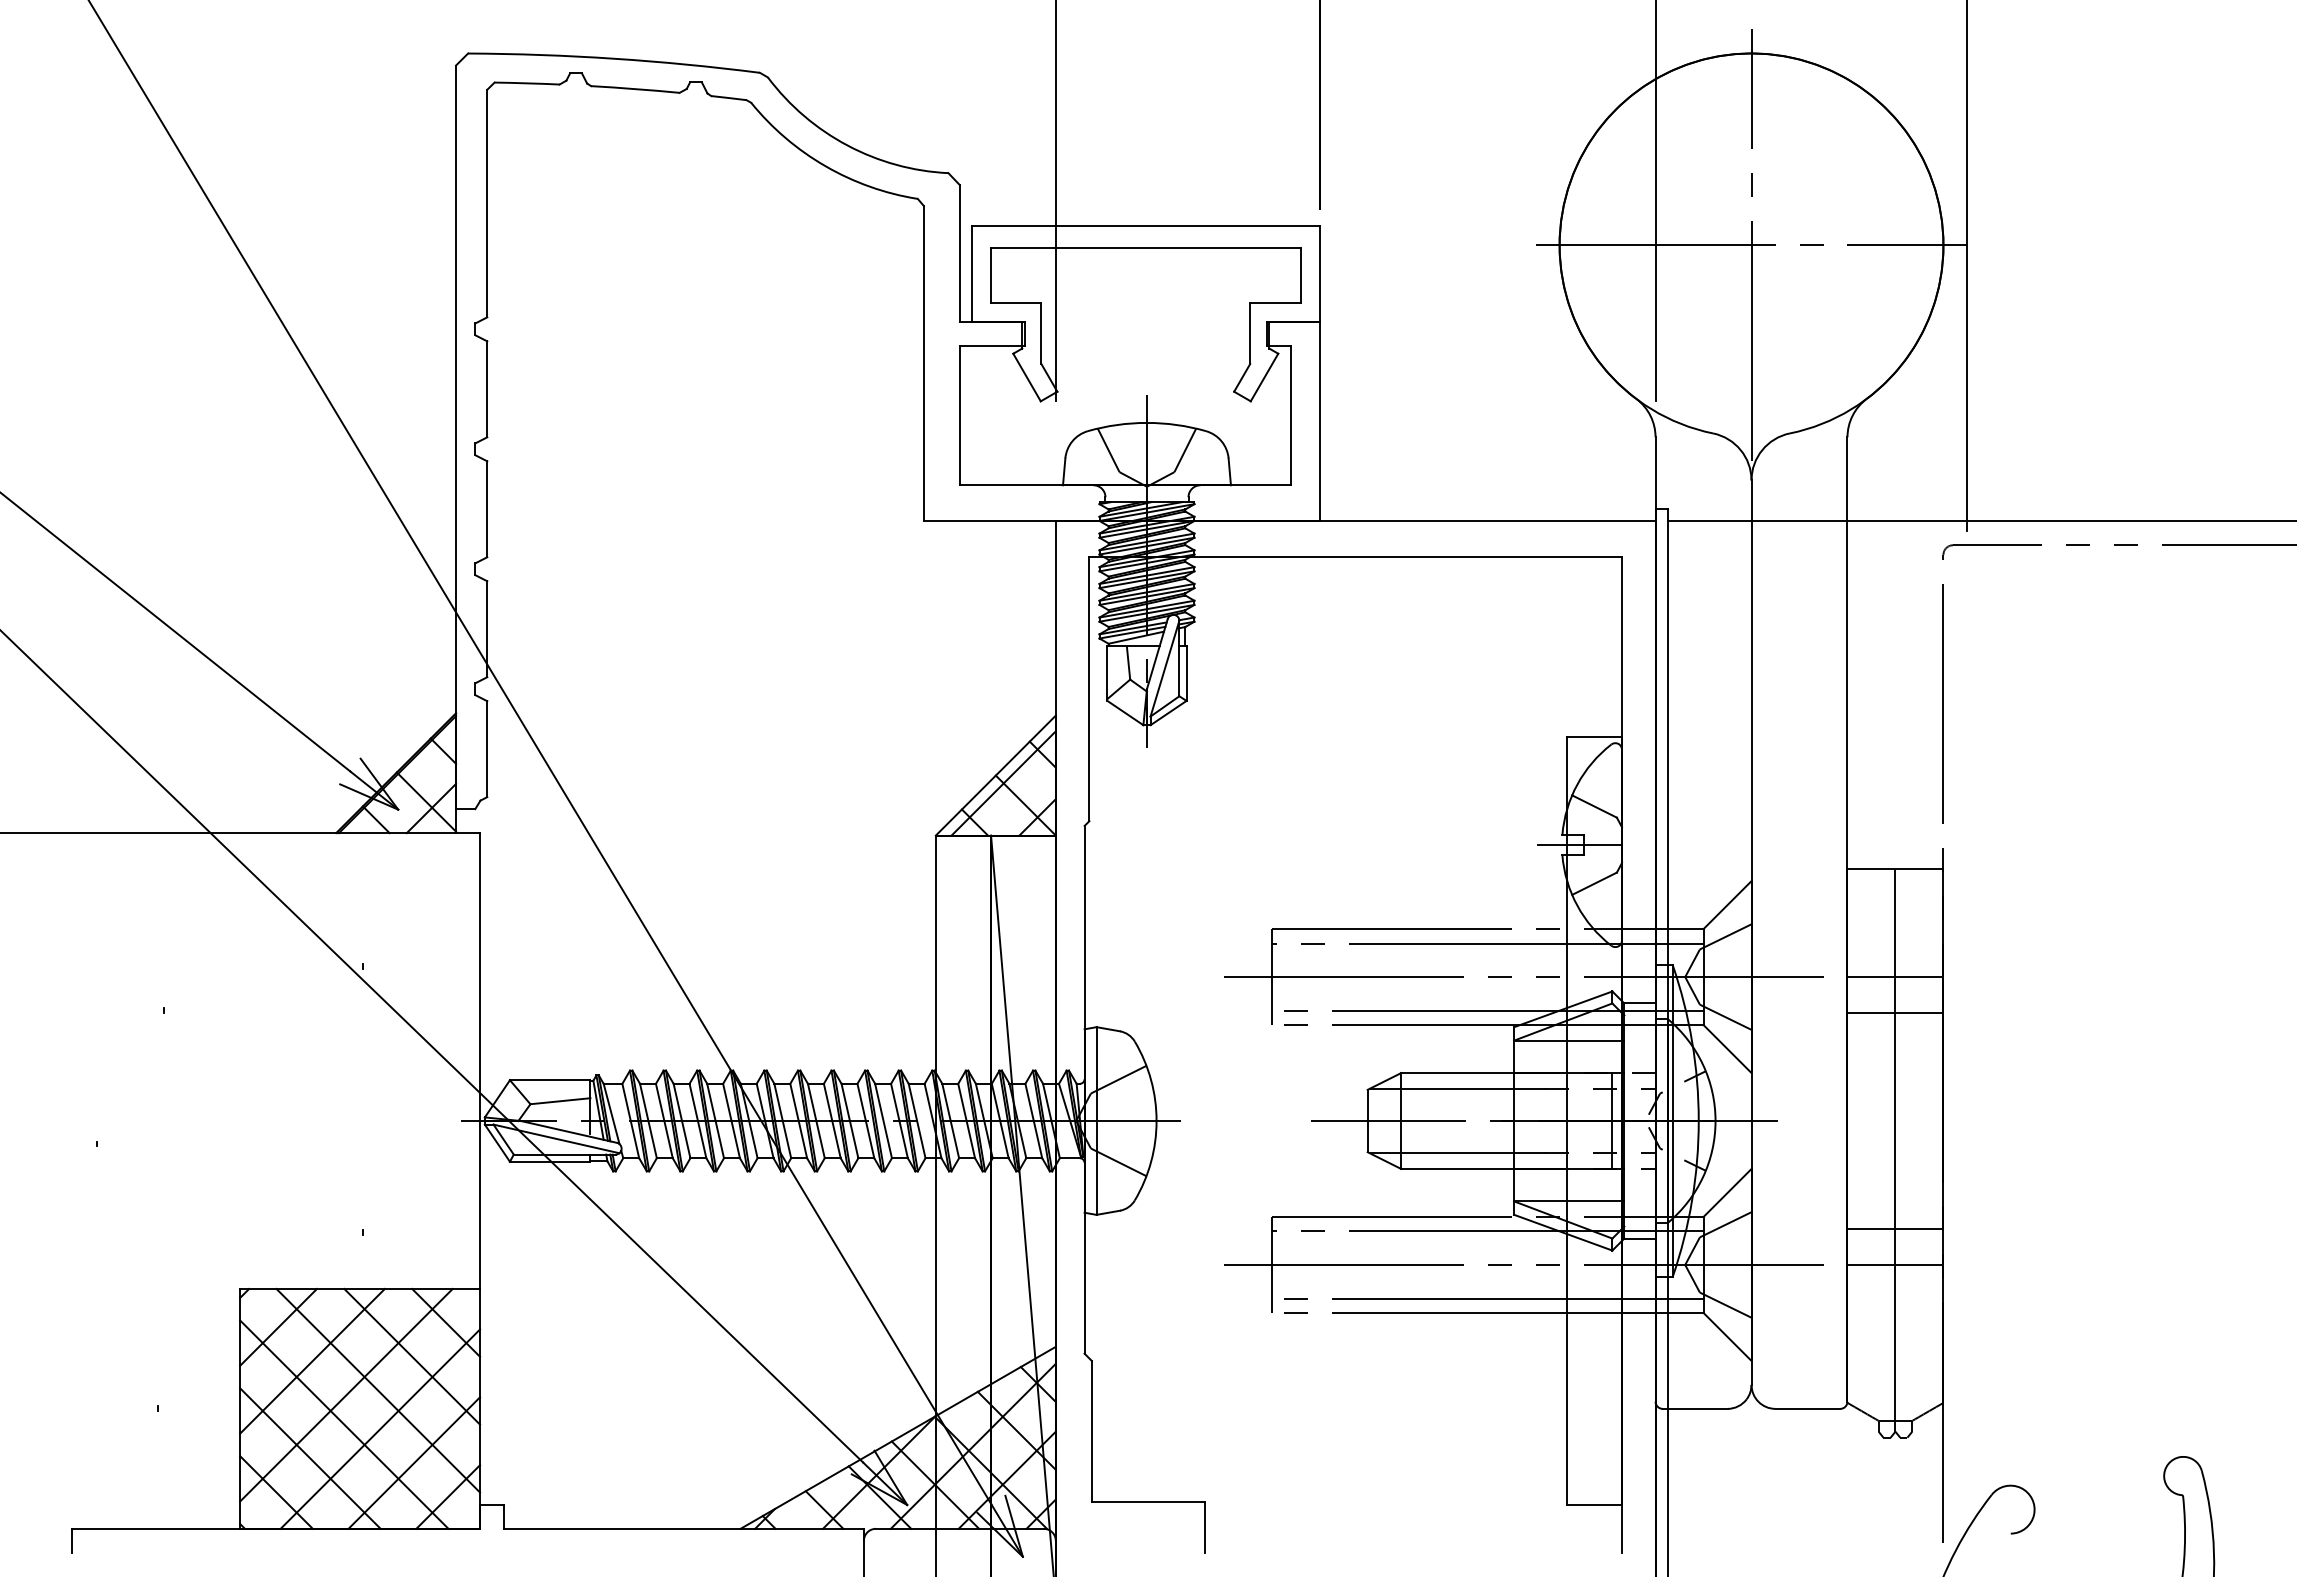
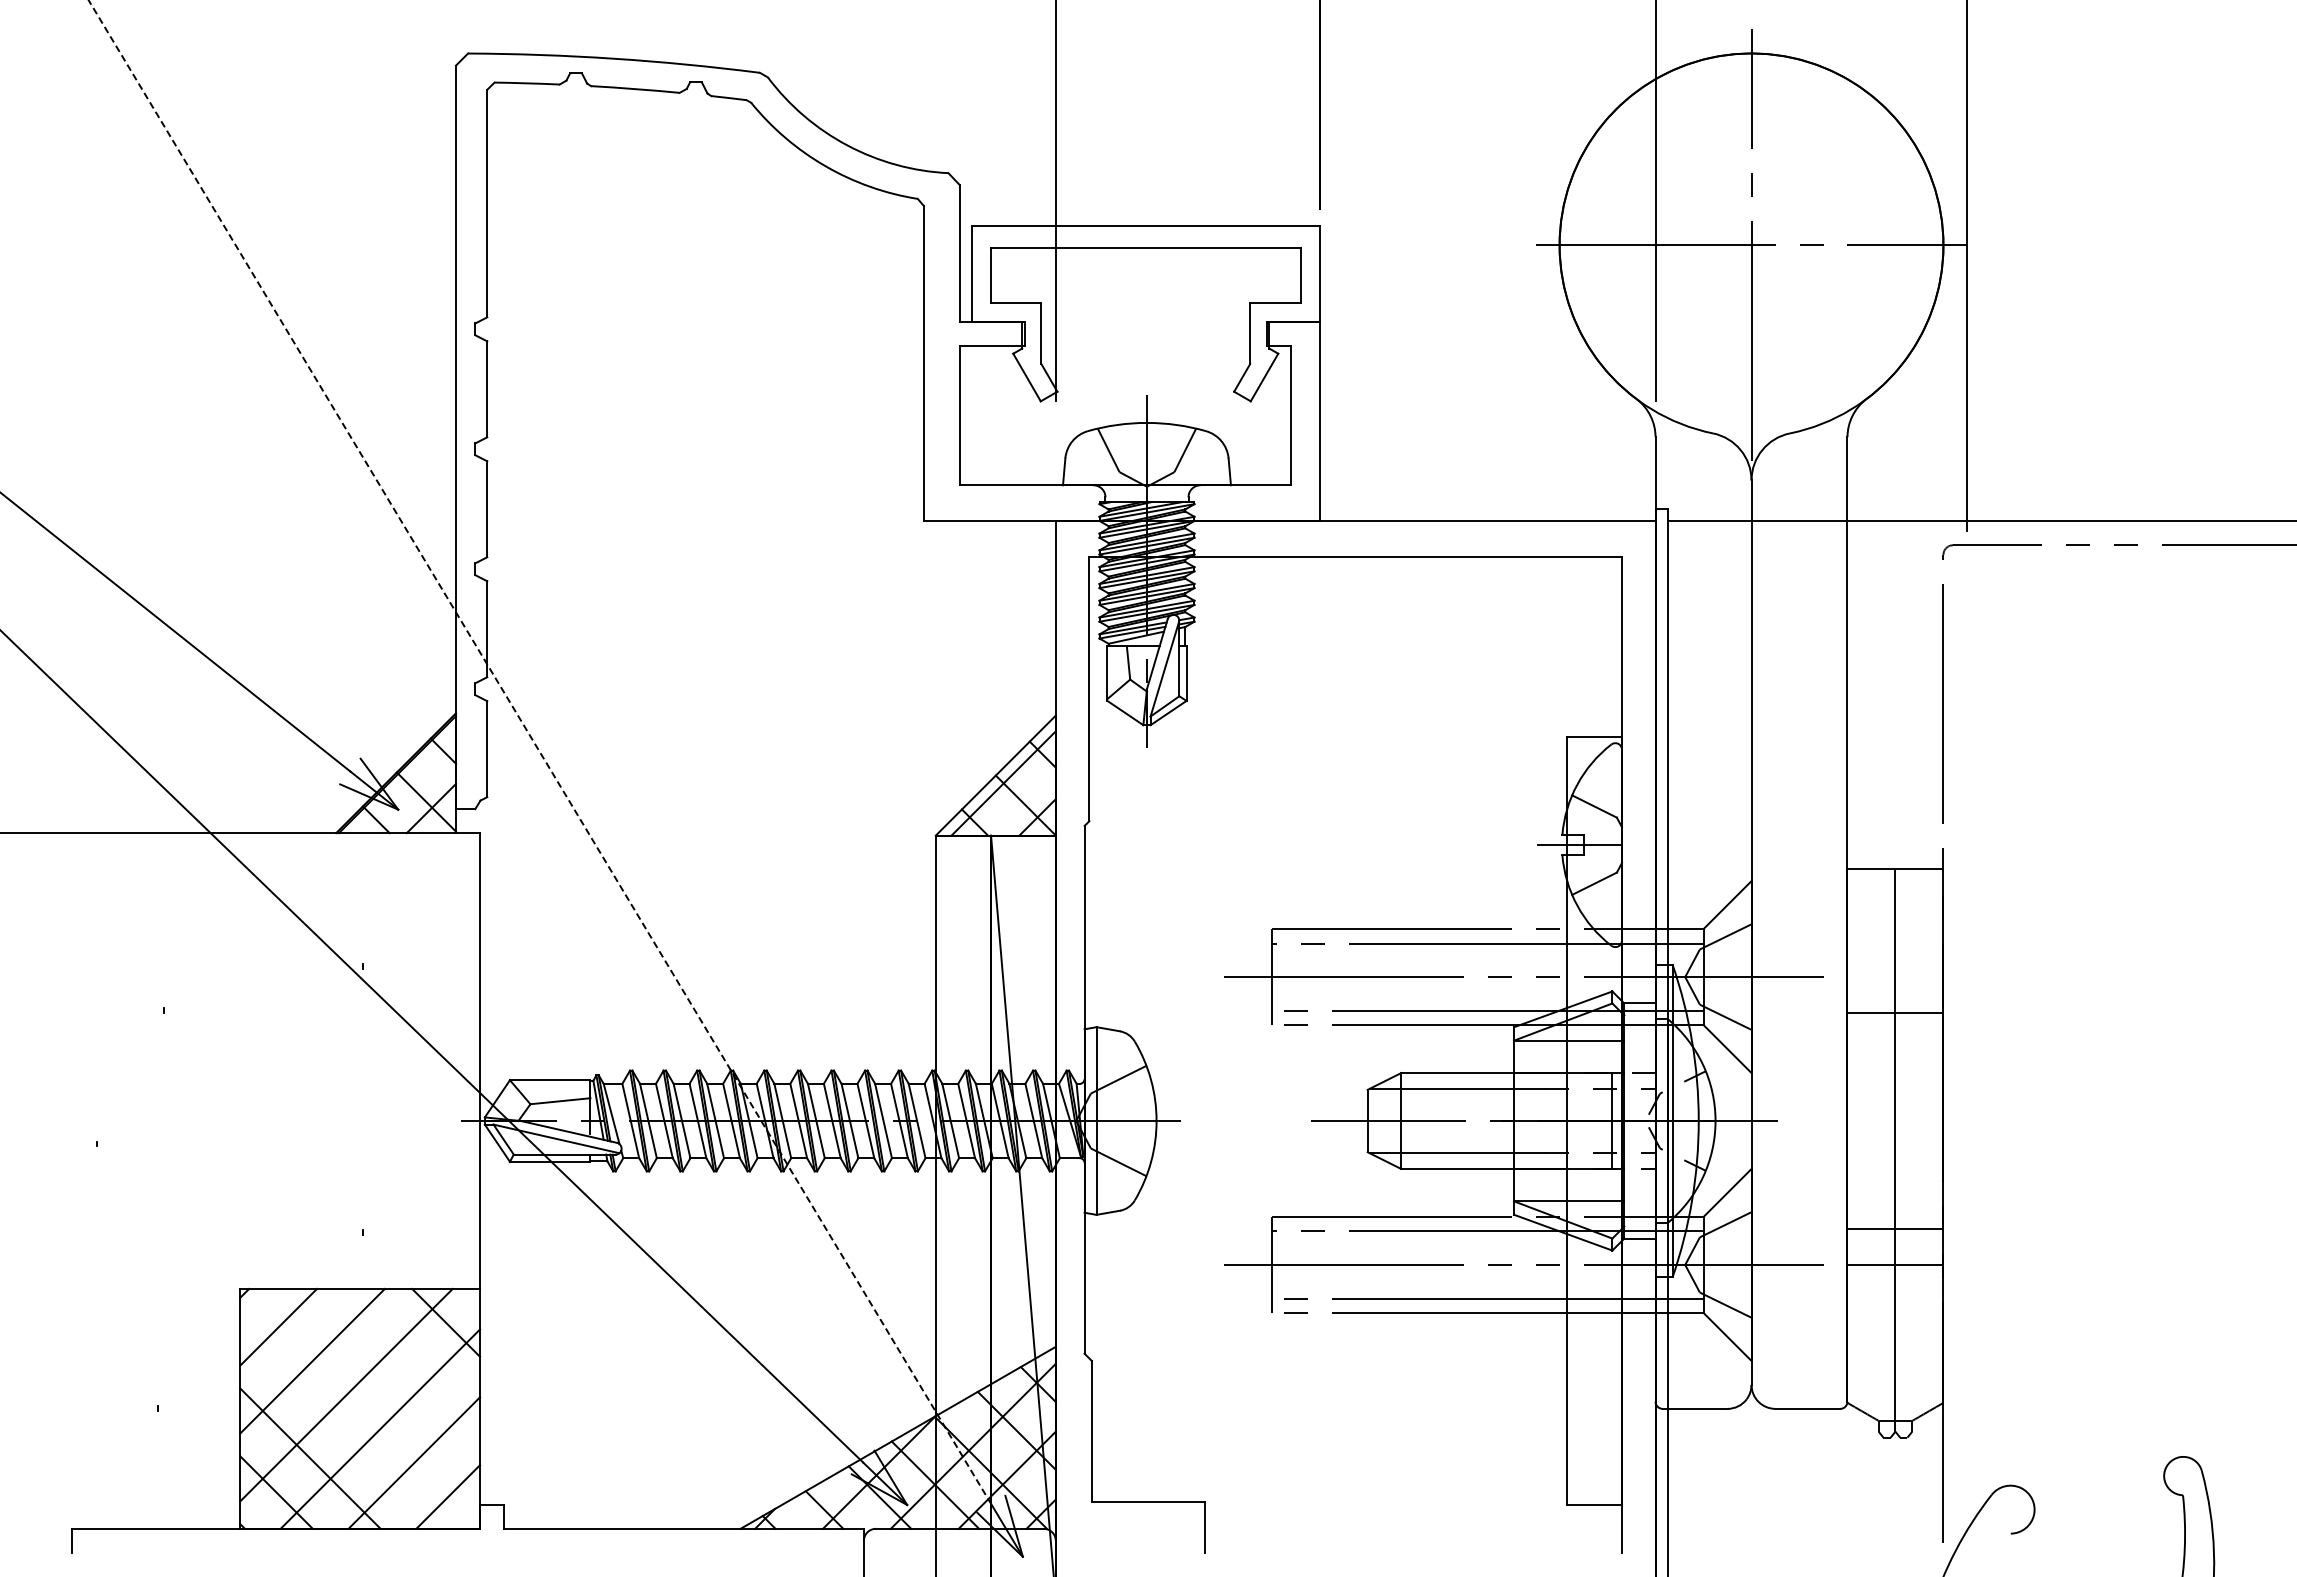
line at (539, 751): solid -> dashed
line at (1895, 977): present -> none
line at (412, 1356): present -> none
line at (378, 1390): present -> none
line at (344, 1424): present -> none
